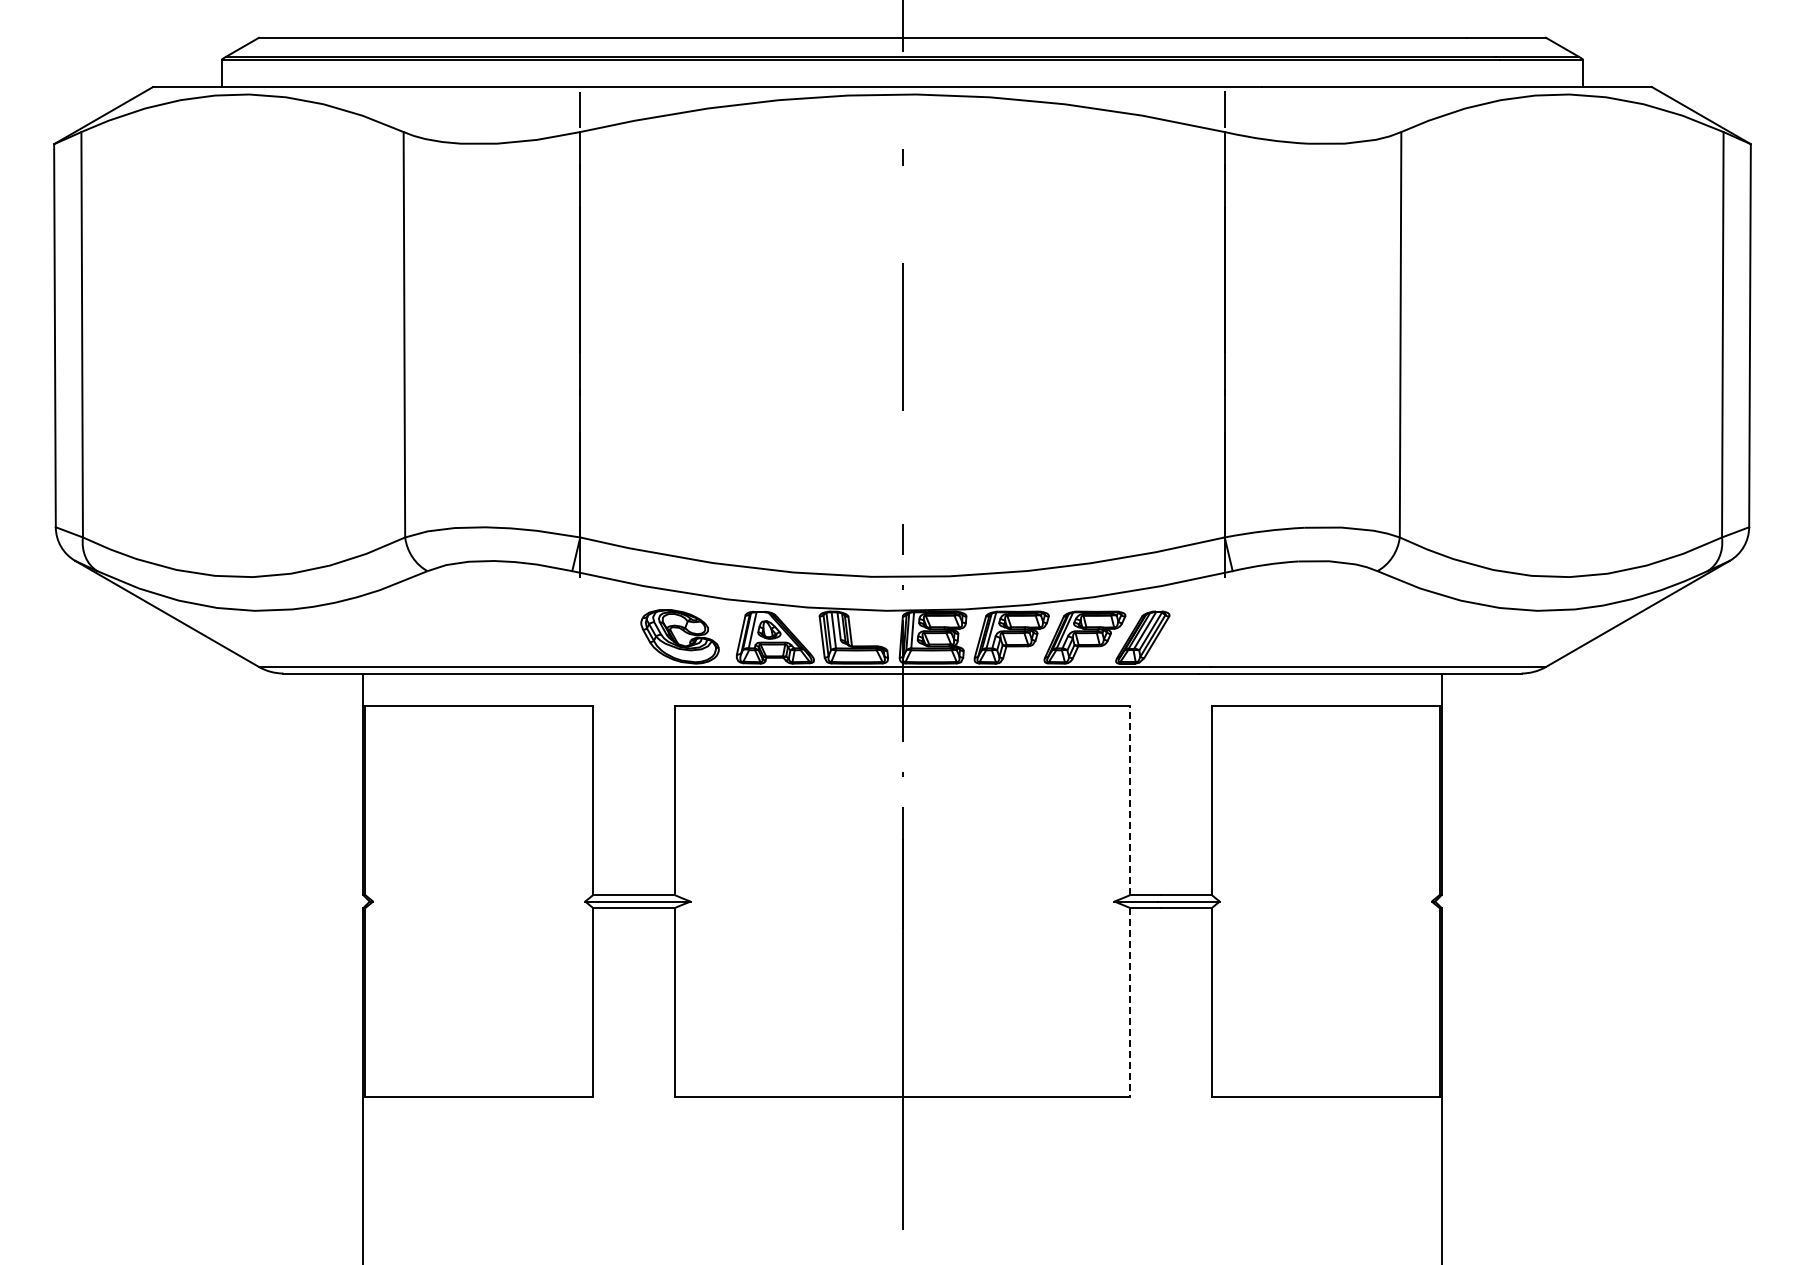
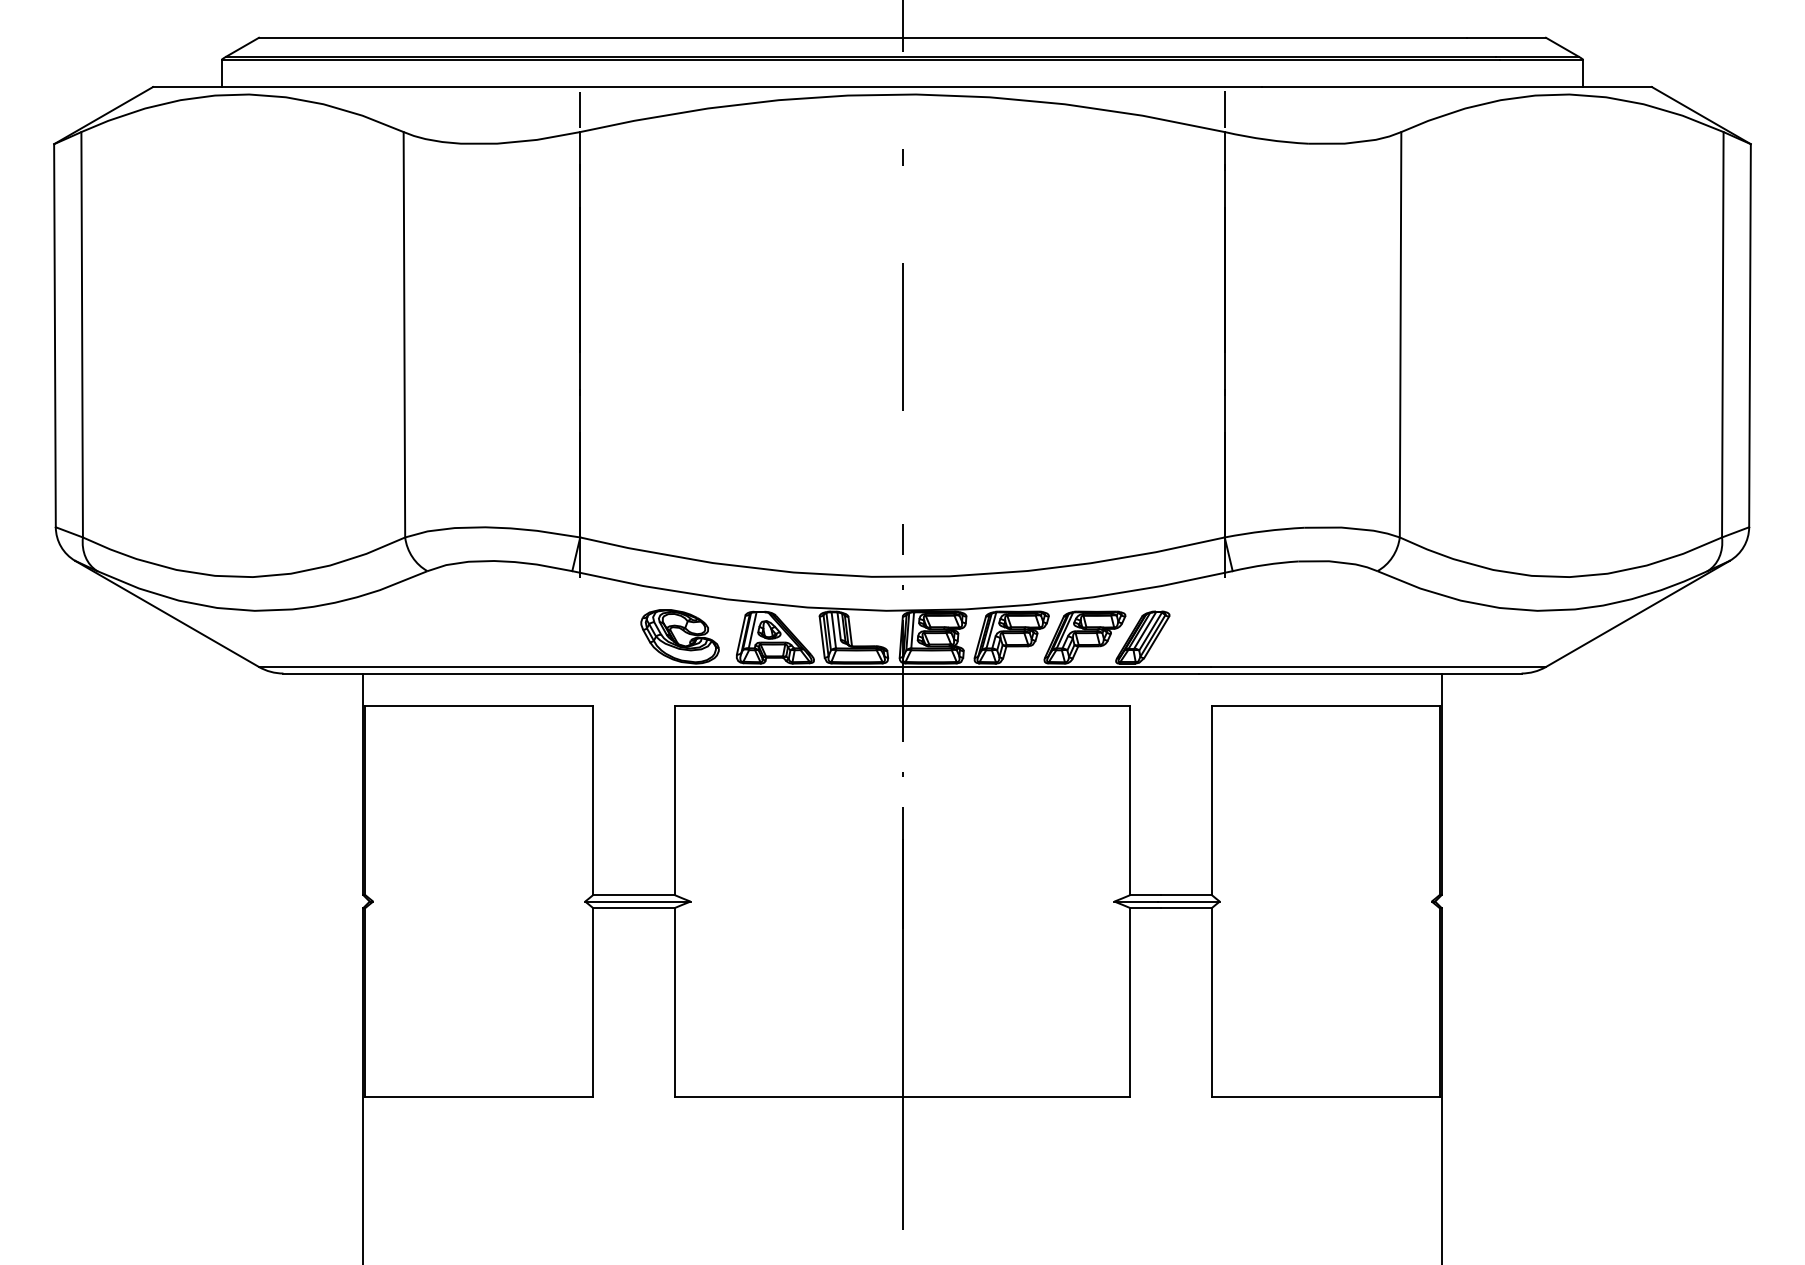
line at (1130, 800): dashed -> solid
line at (1130, 1003): dashed -> solid
